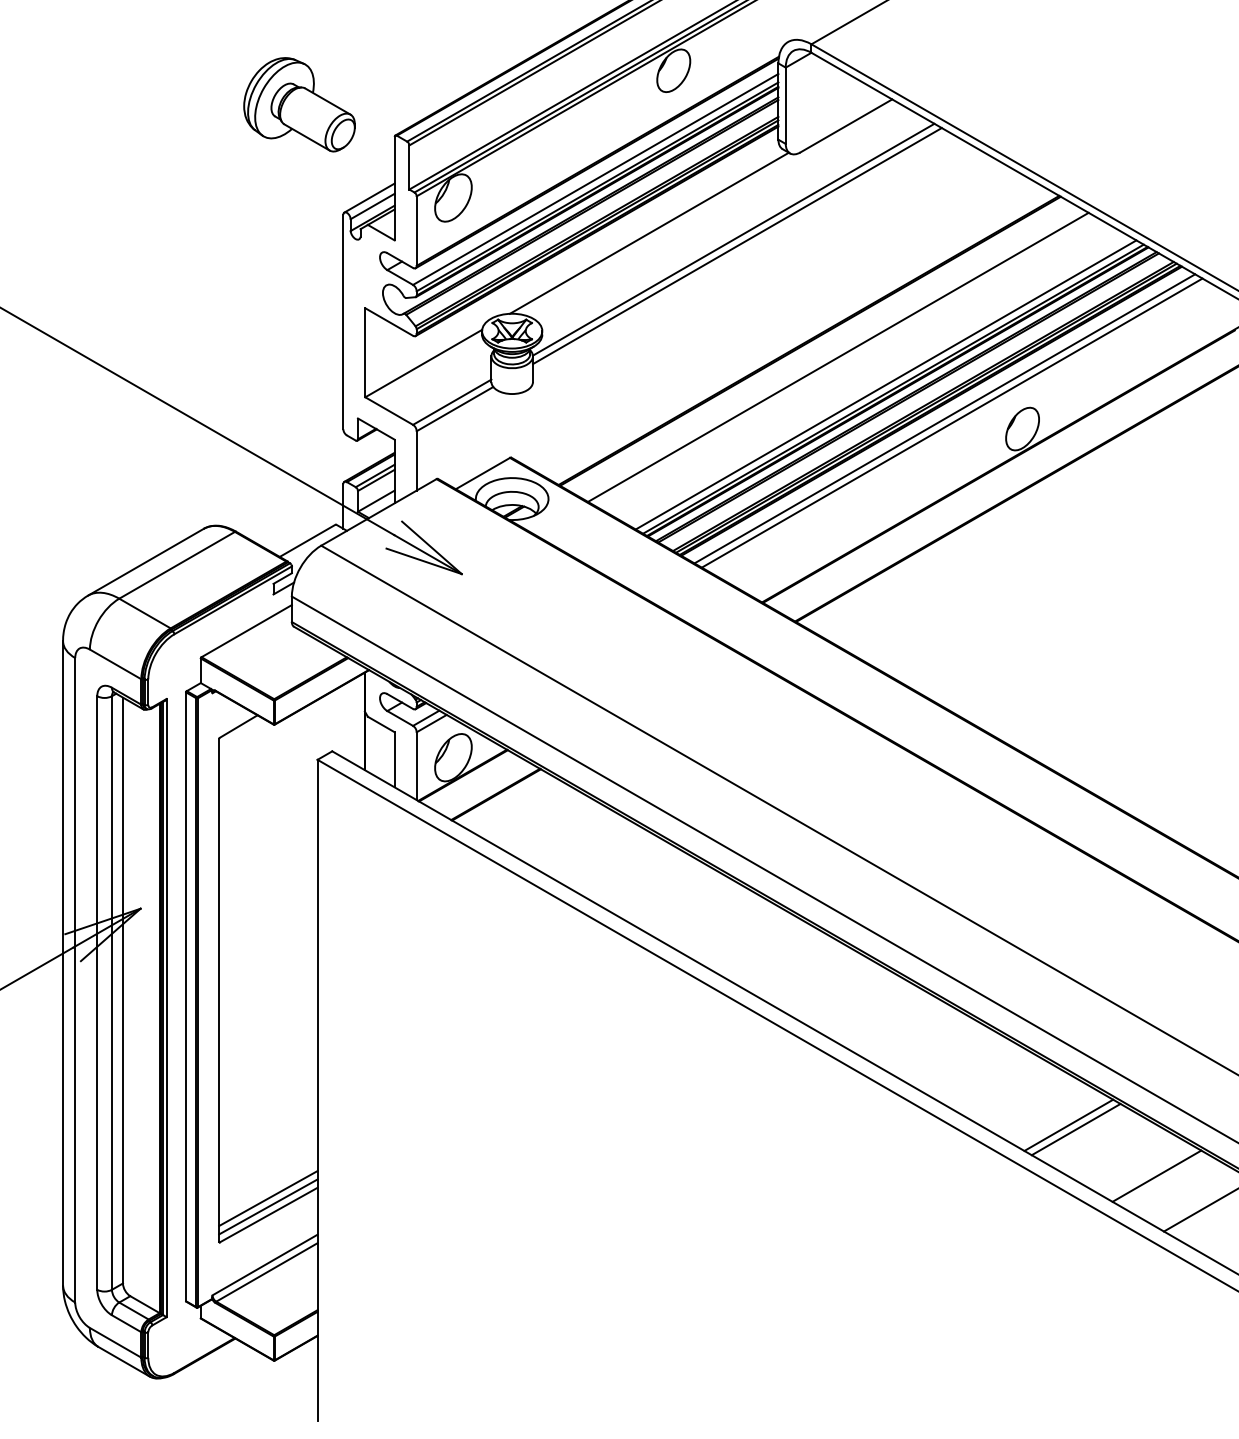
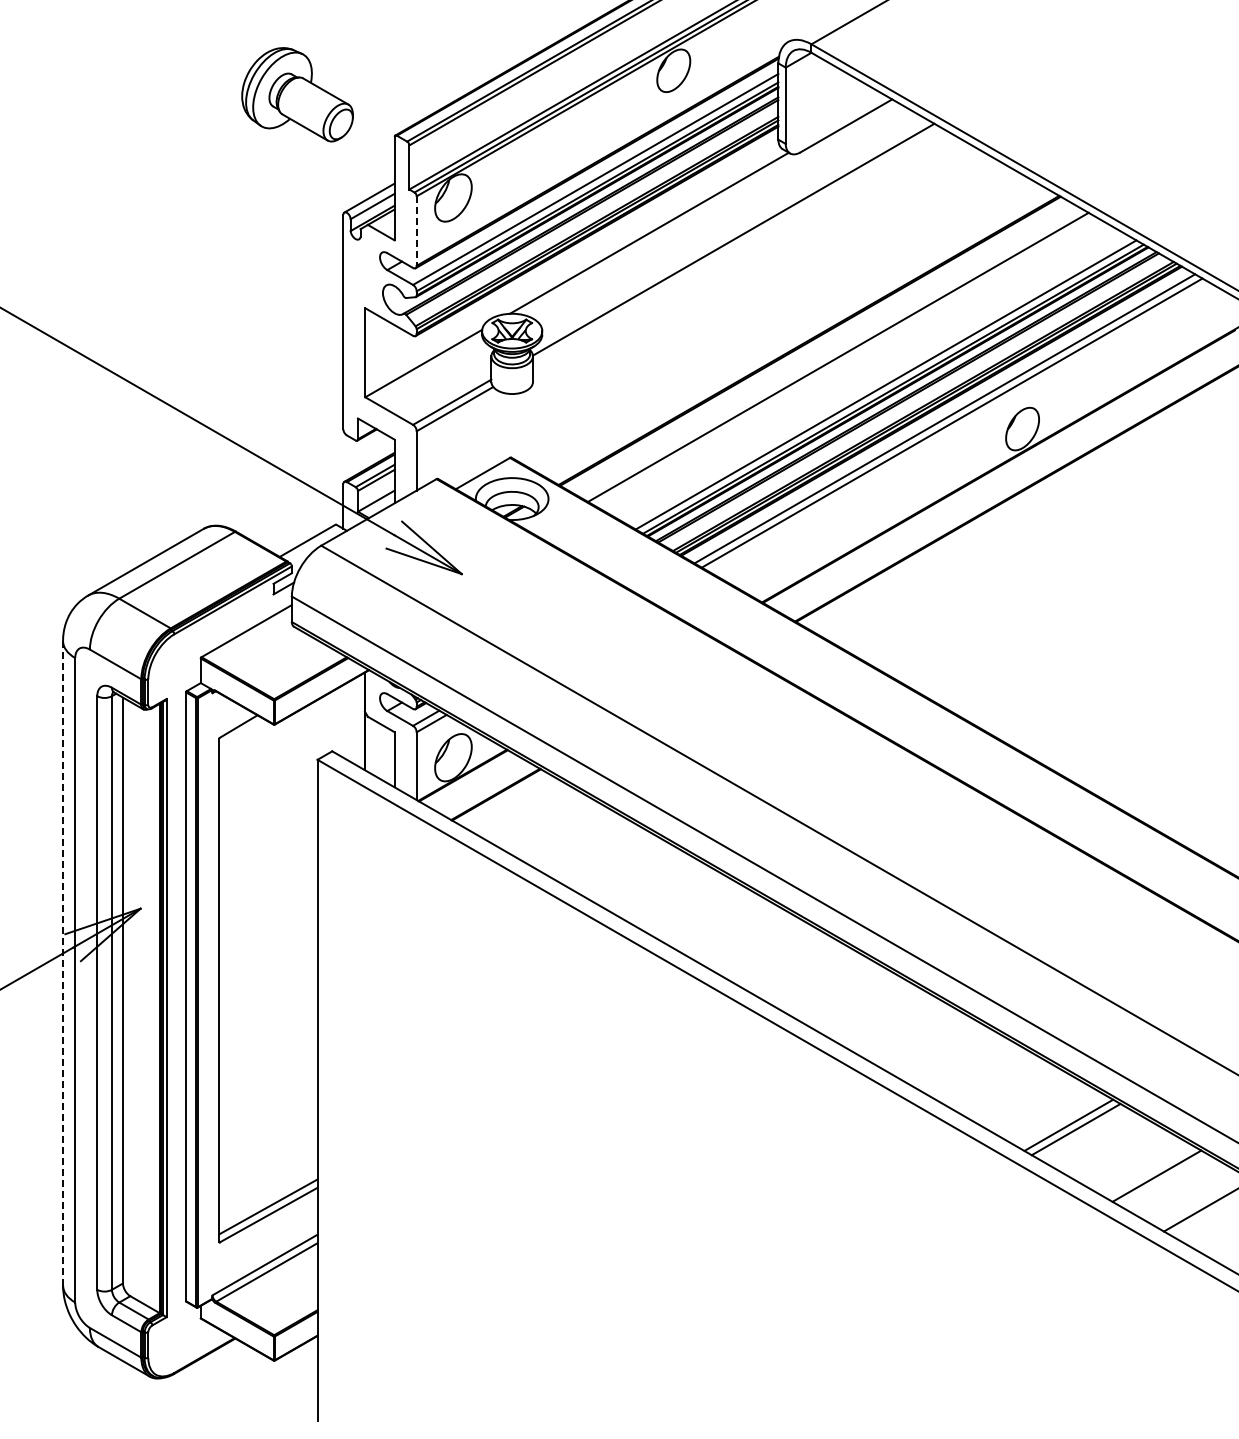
part at (299, 104) position: (299, 104) -> (297, 94)
line at (416, 231): solid -> dashed
line at (736, 246): present -> none
line at (63, 963): solid -> dashed
line at (268, 1198): present -> none
